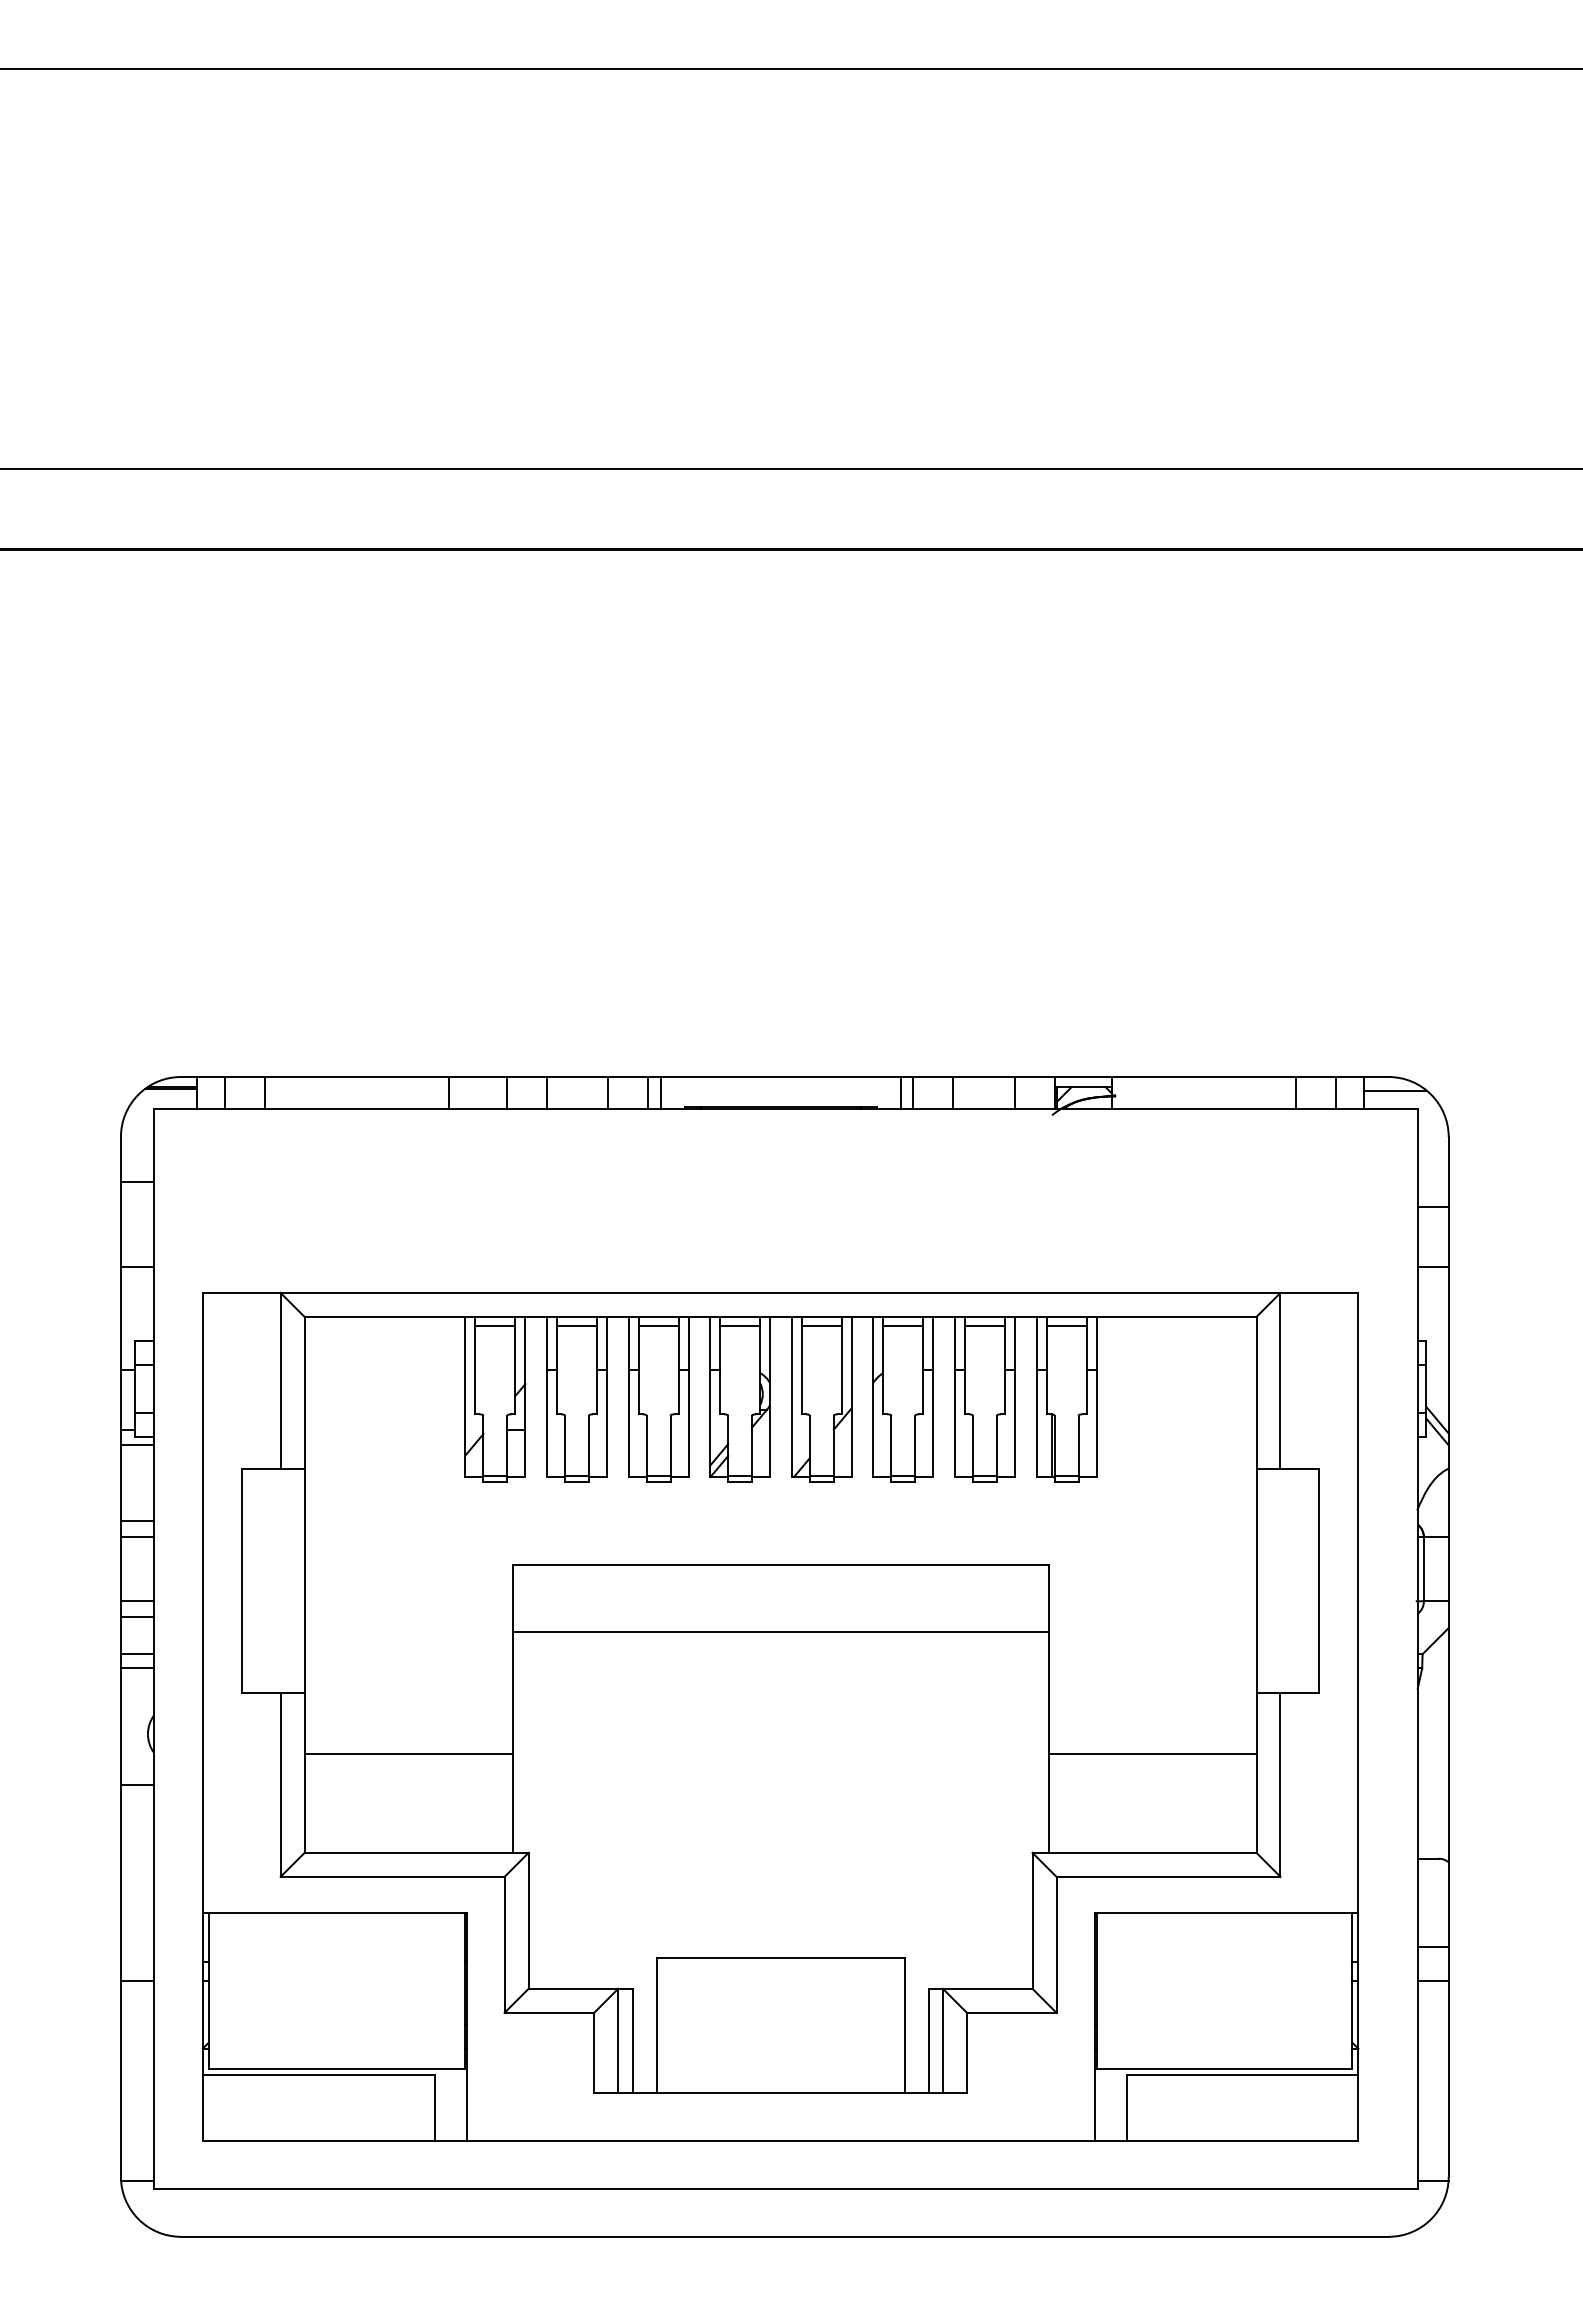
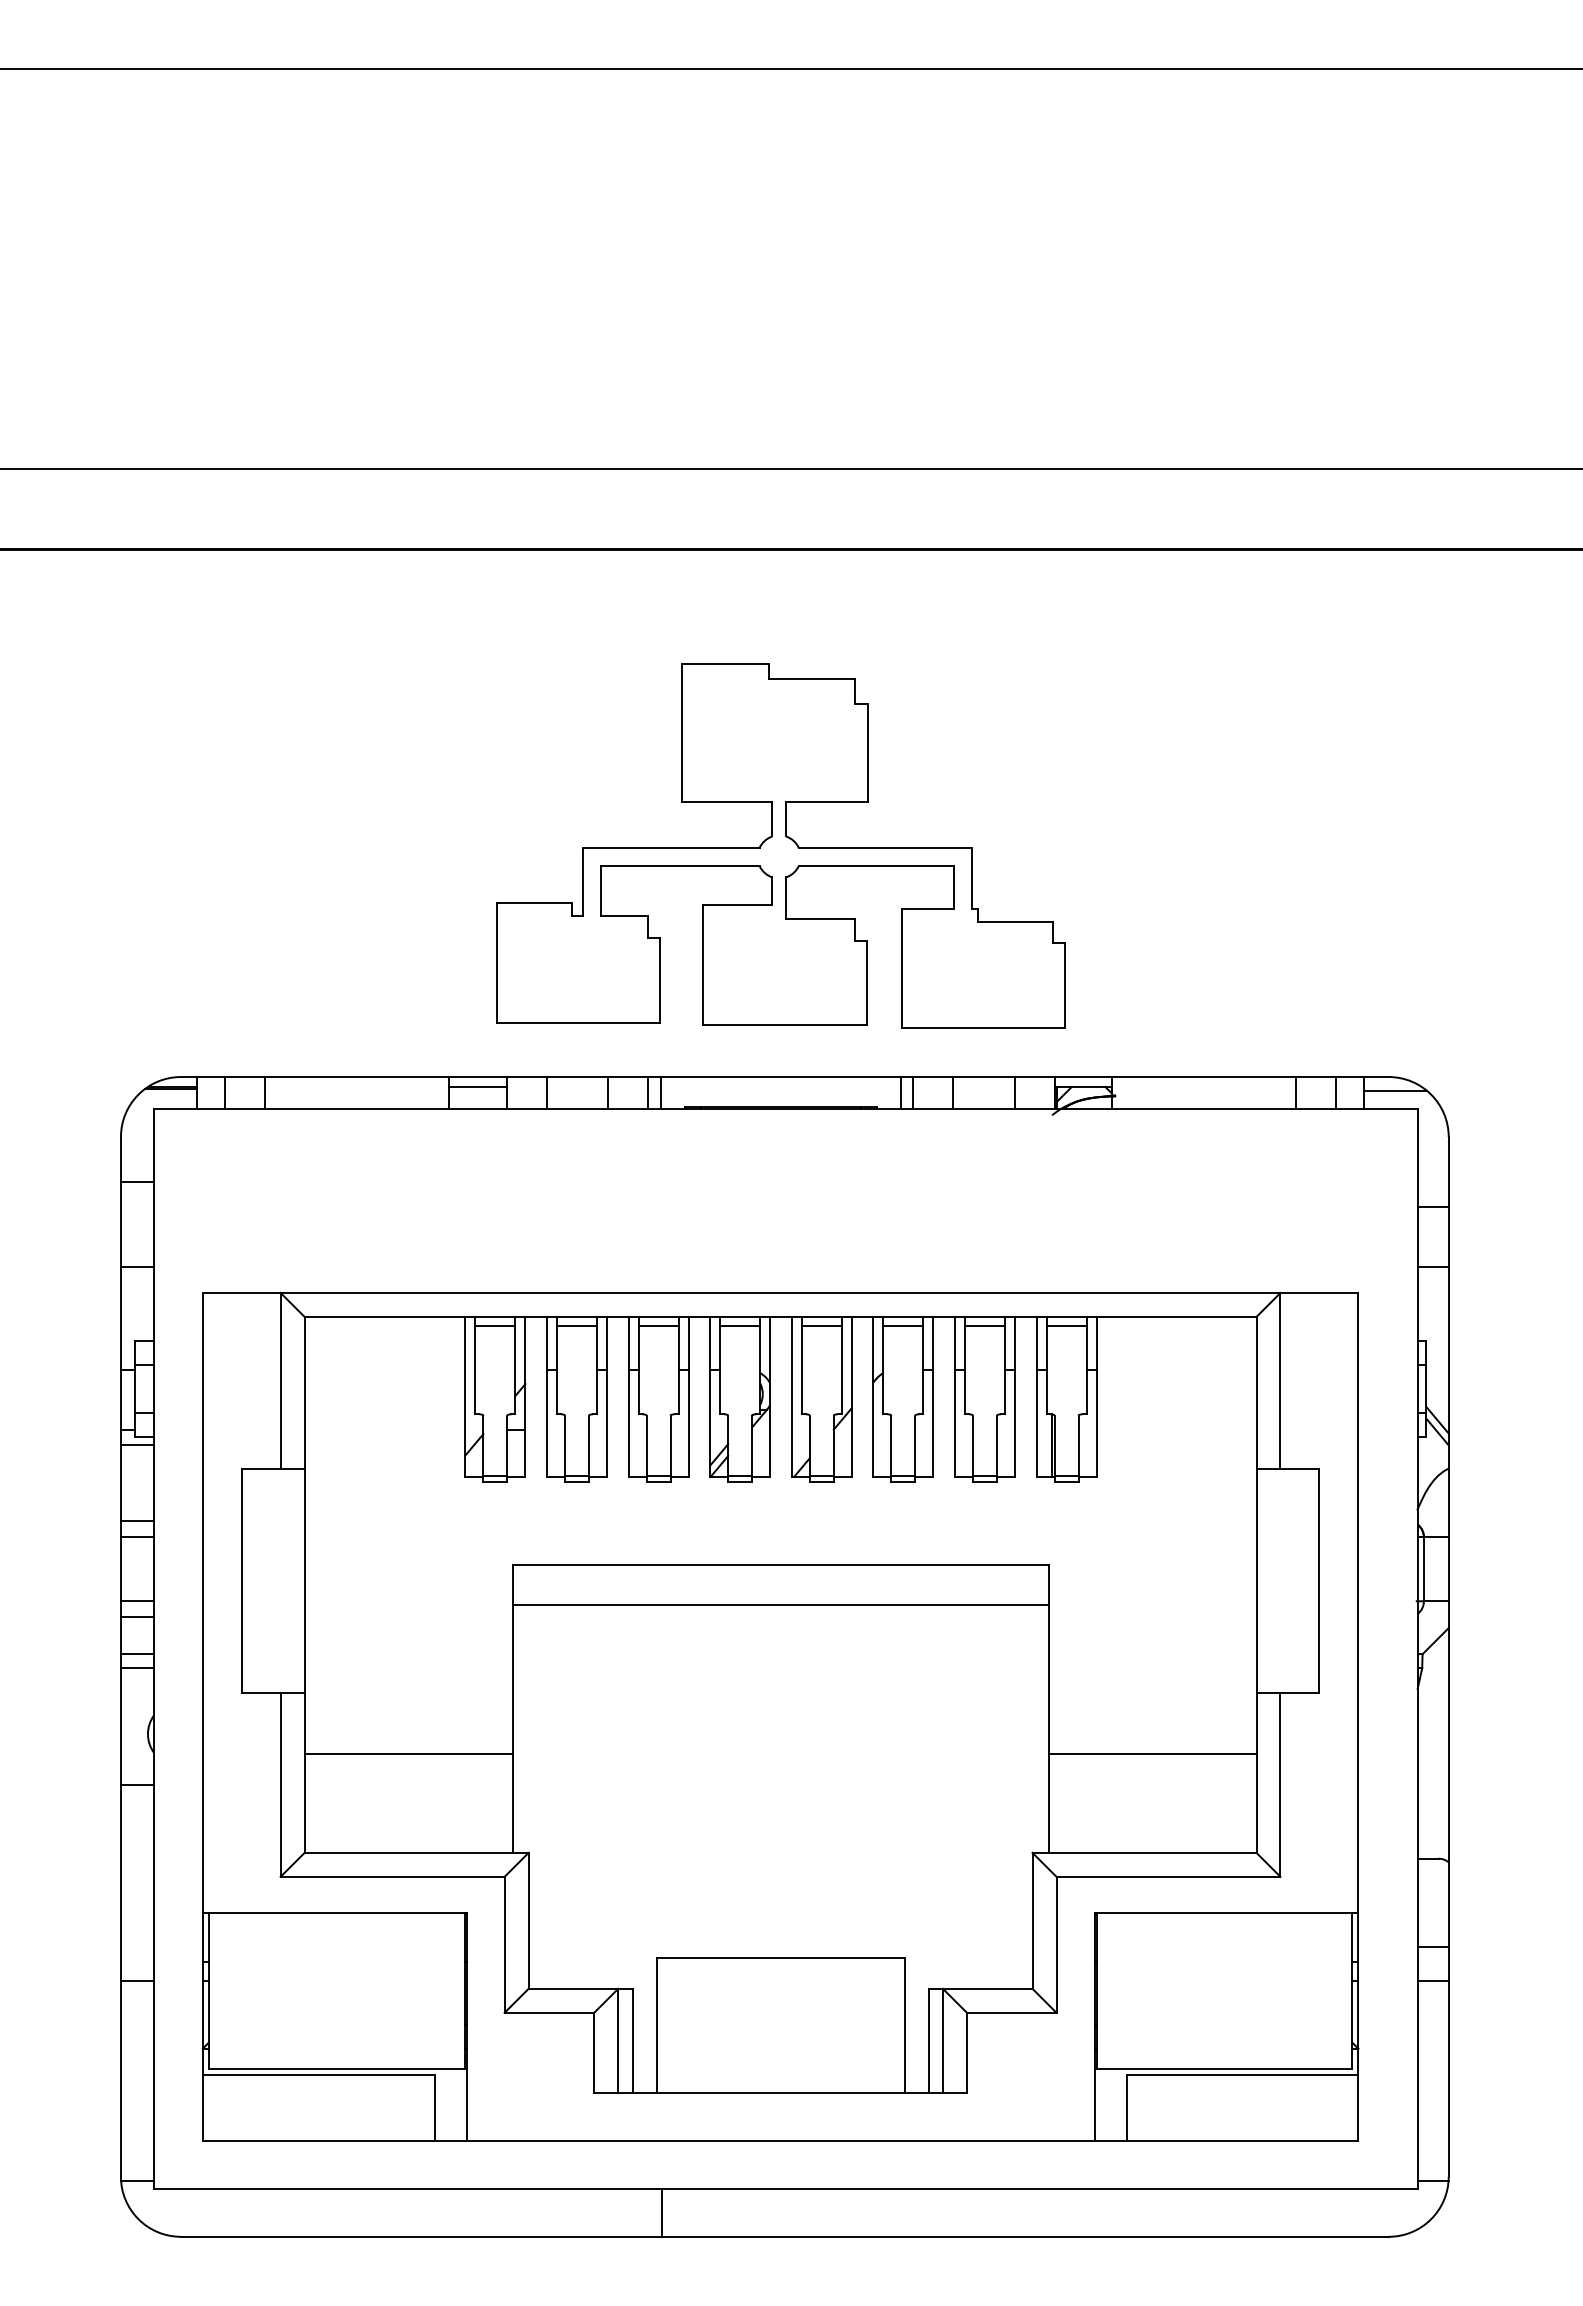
part at (780, 845): none -> present
line at (477, 1087): none -> present
line at (780, 1631) position: (780, 1631) -> (780, 1604)
line at (661, 2212): none -> present
